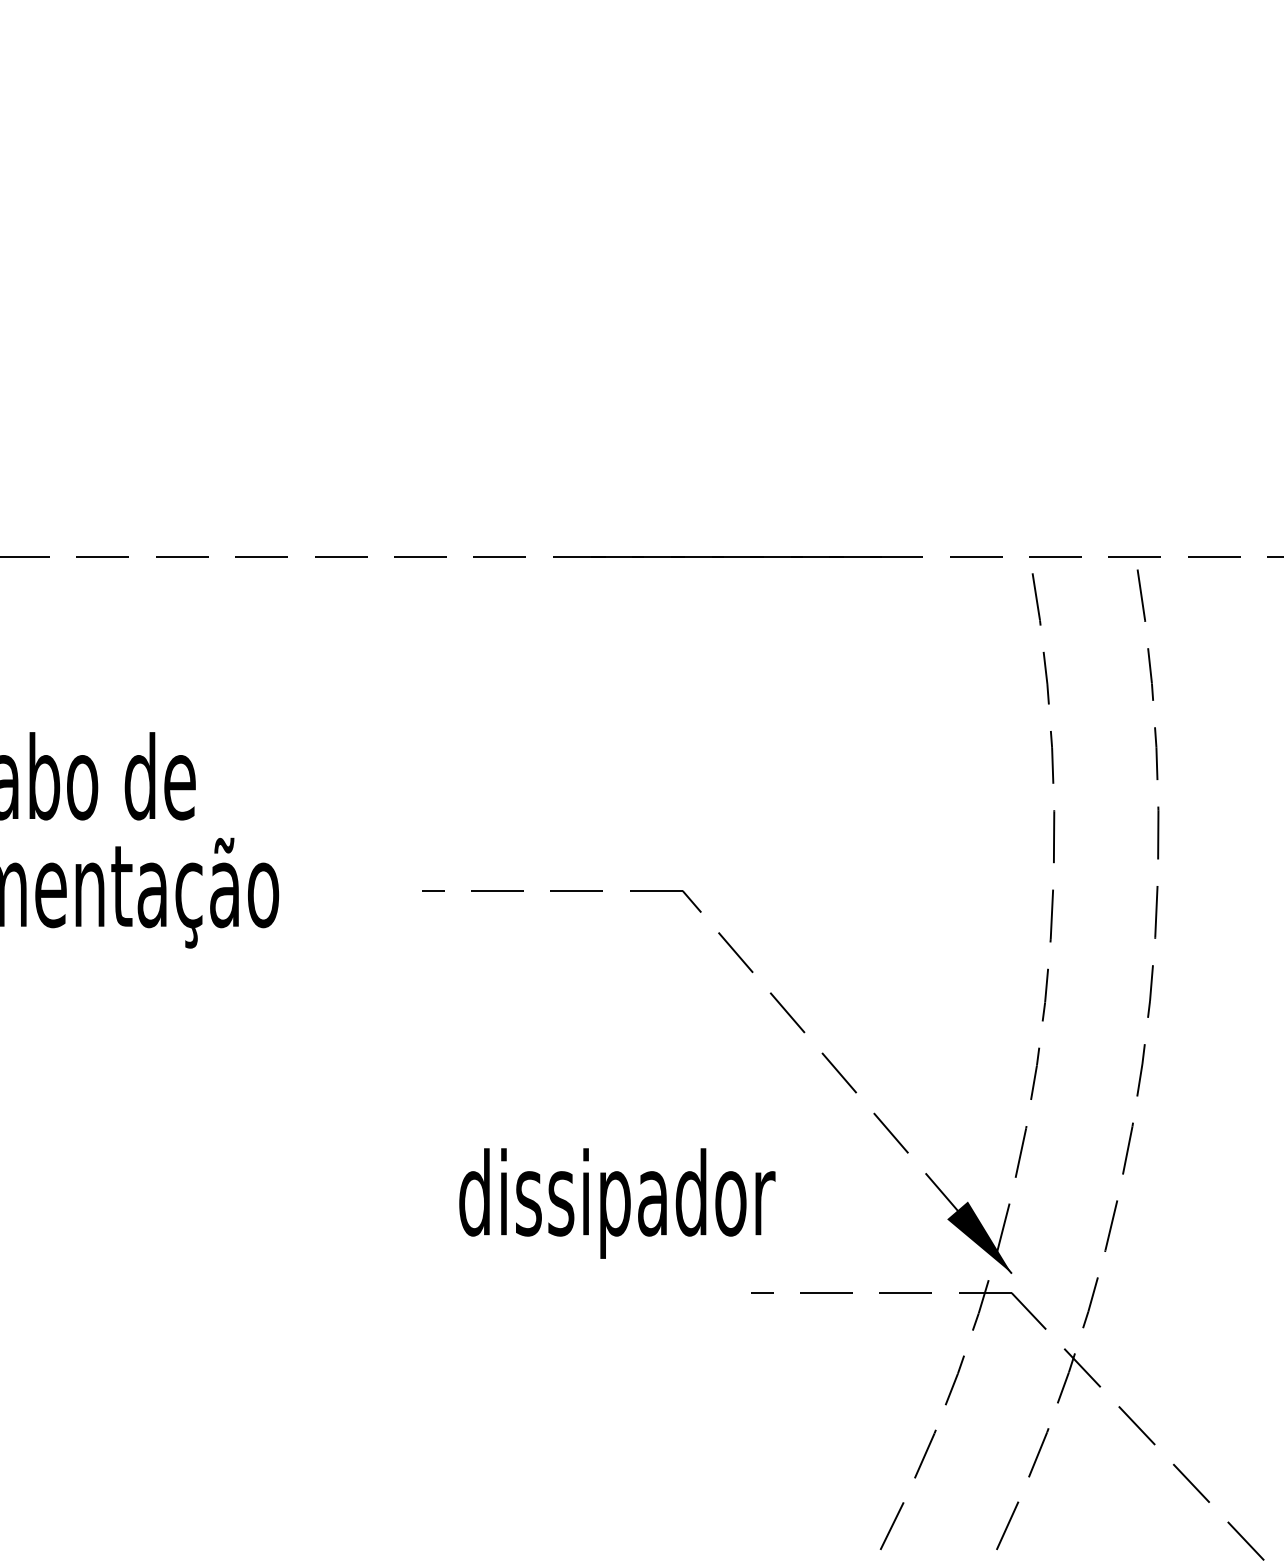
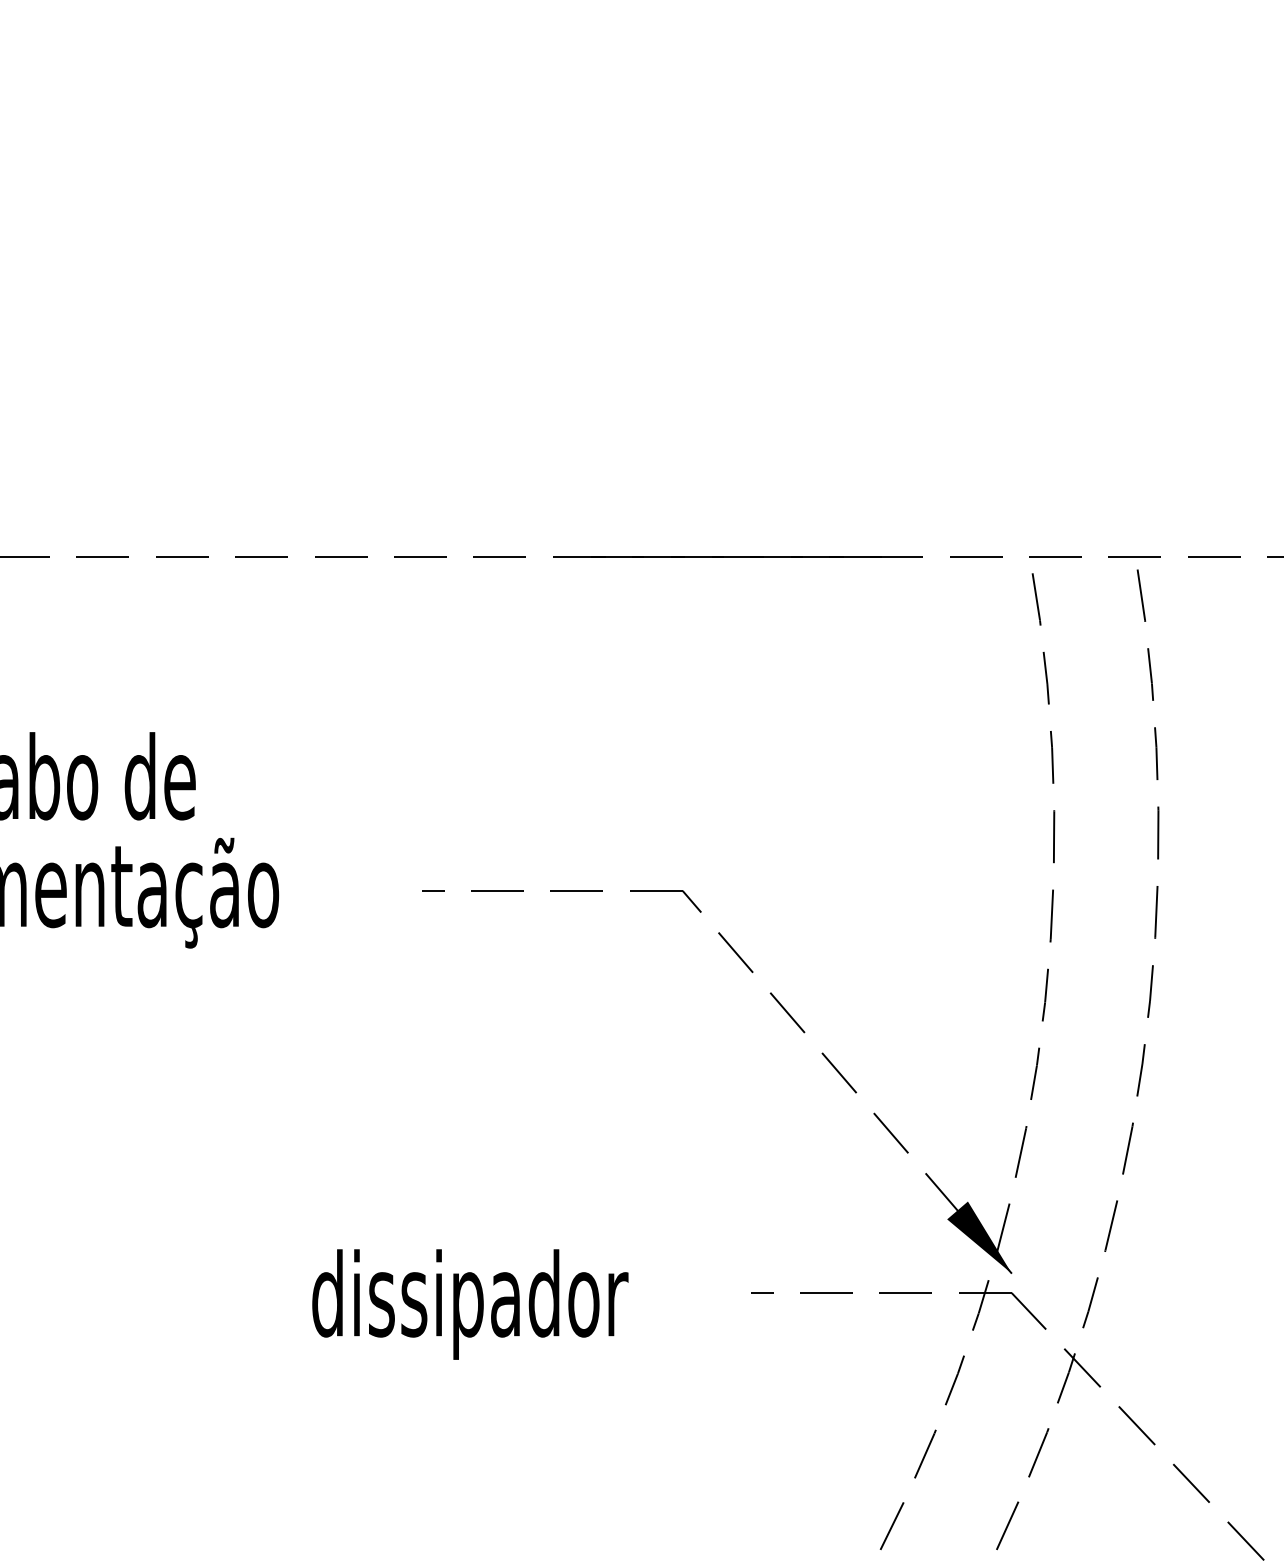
text at (617, 1203) position: (617, 1203) -> (470, 1304)
